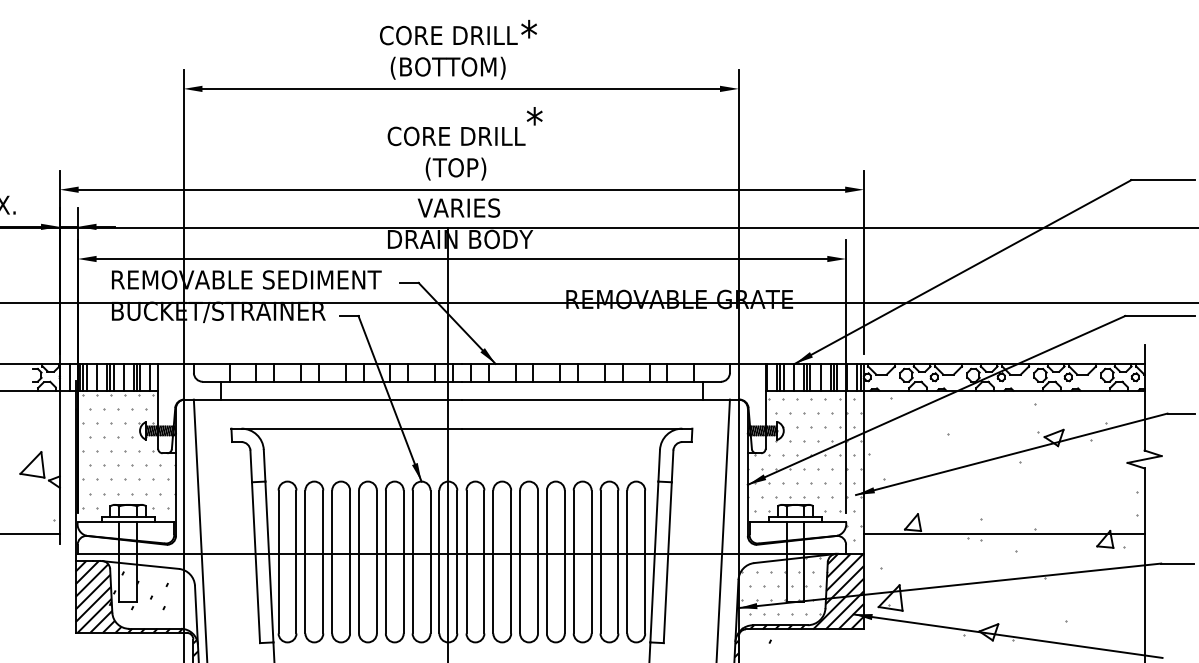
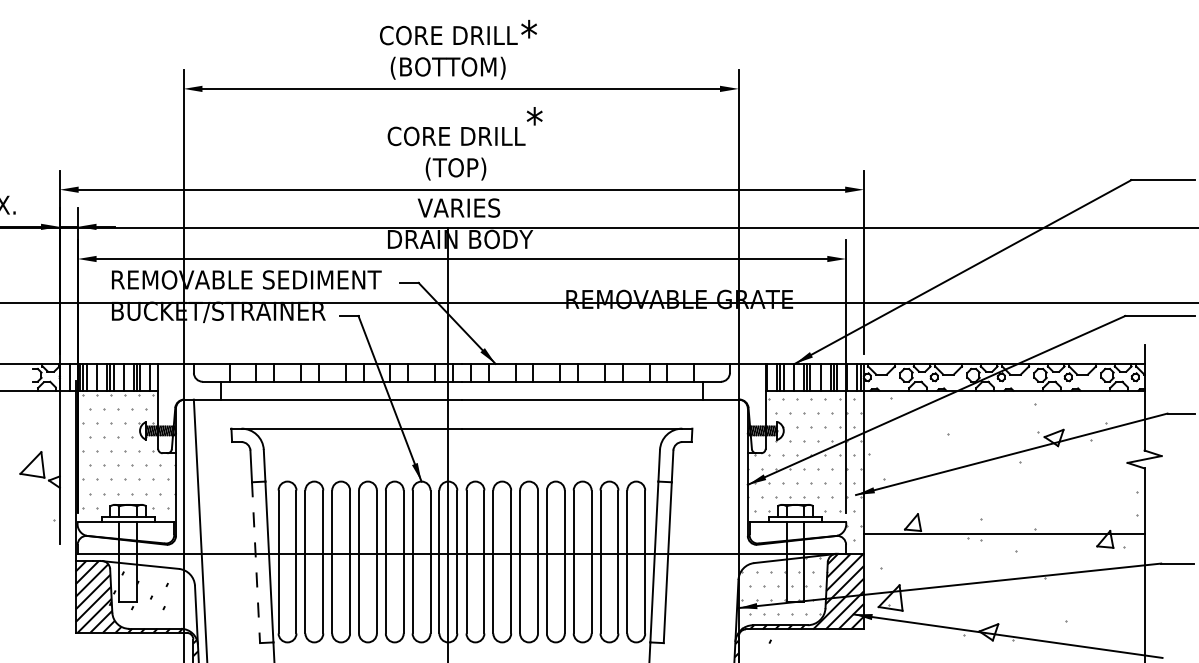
line at (722, 529): present -> none
line at (30, 533): present -> none
line at (256, 562): solid -> dashed
